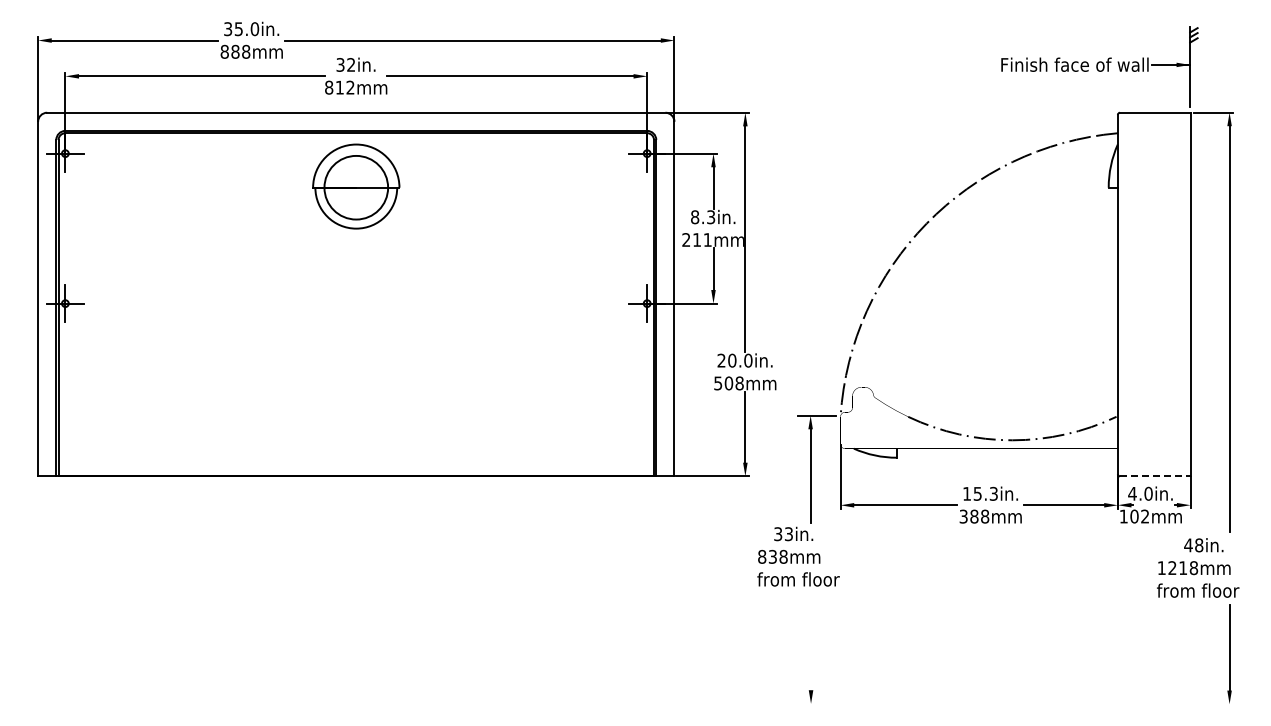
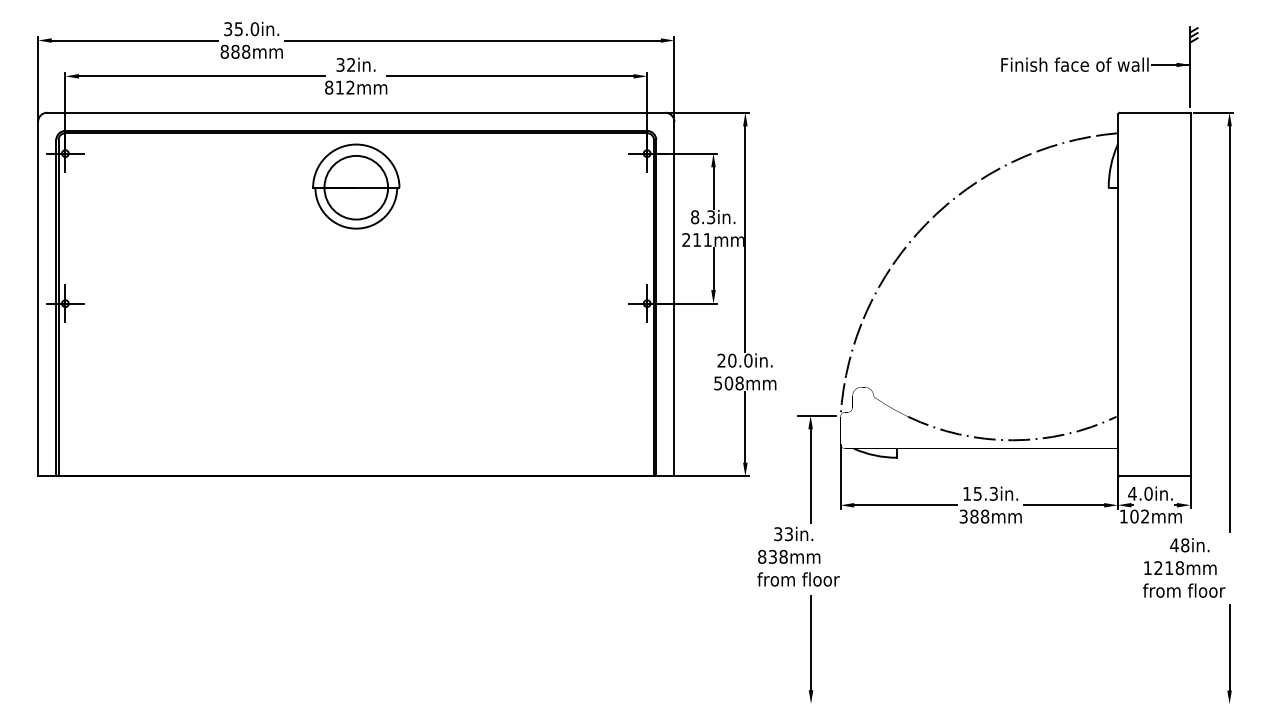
line at (1155, 476): dashed -> solid
text at (1198, 567) position: (1198, 567) -> (1184, 567)
line at (811, 642): none -> present
